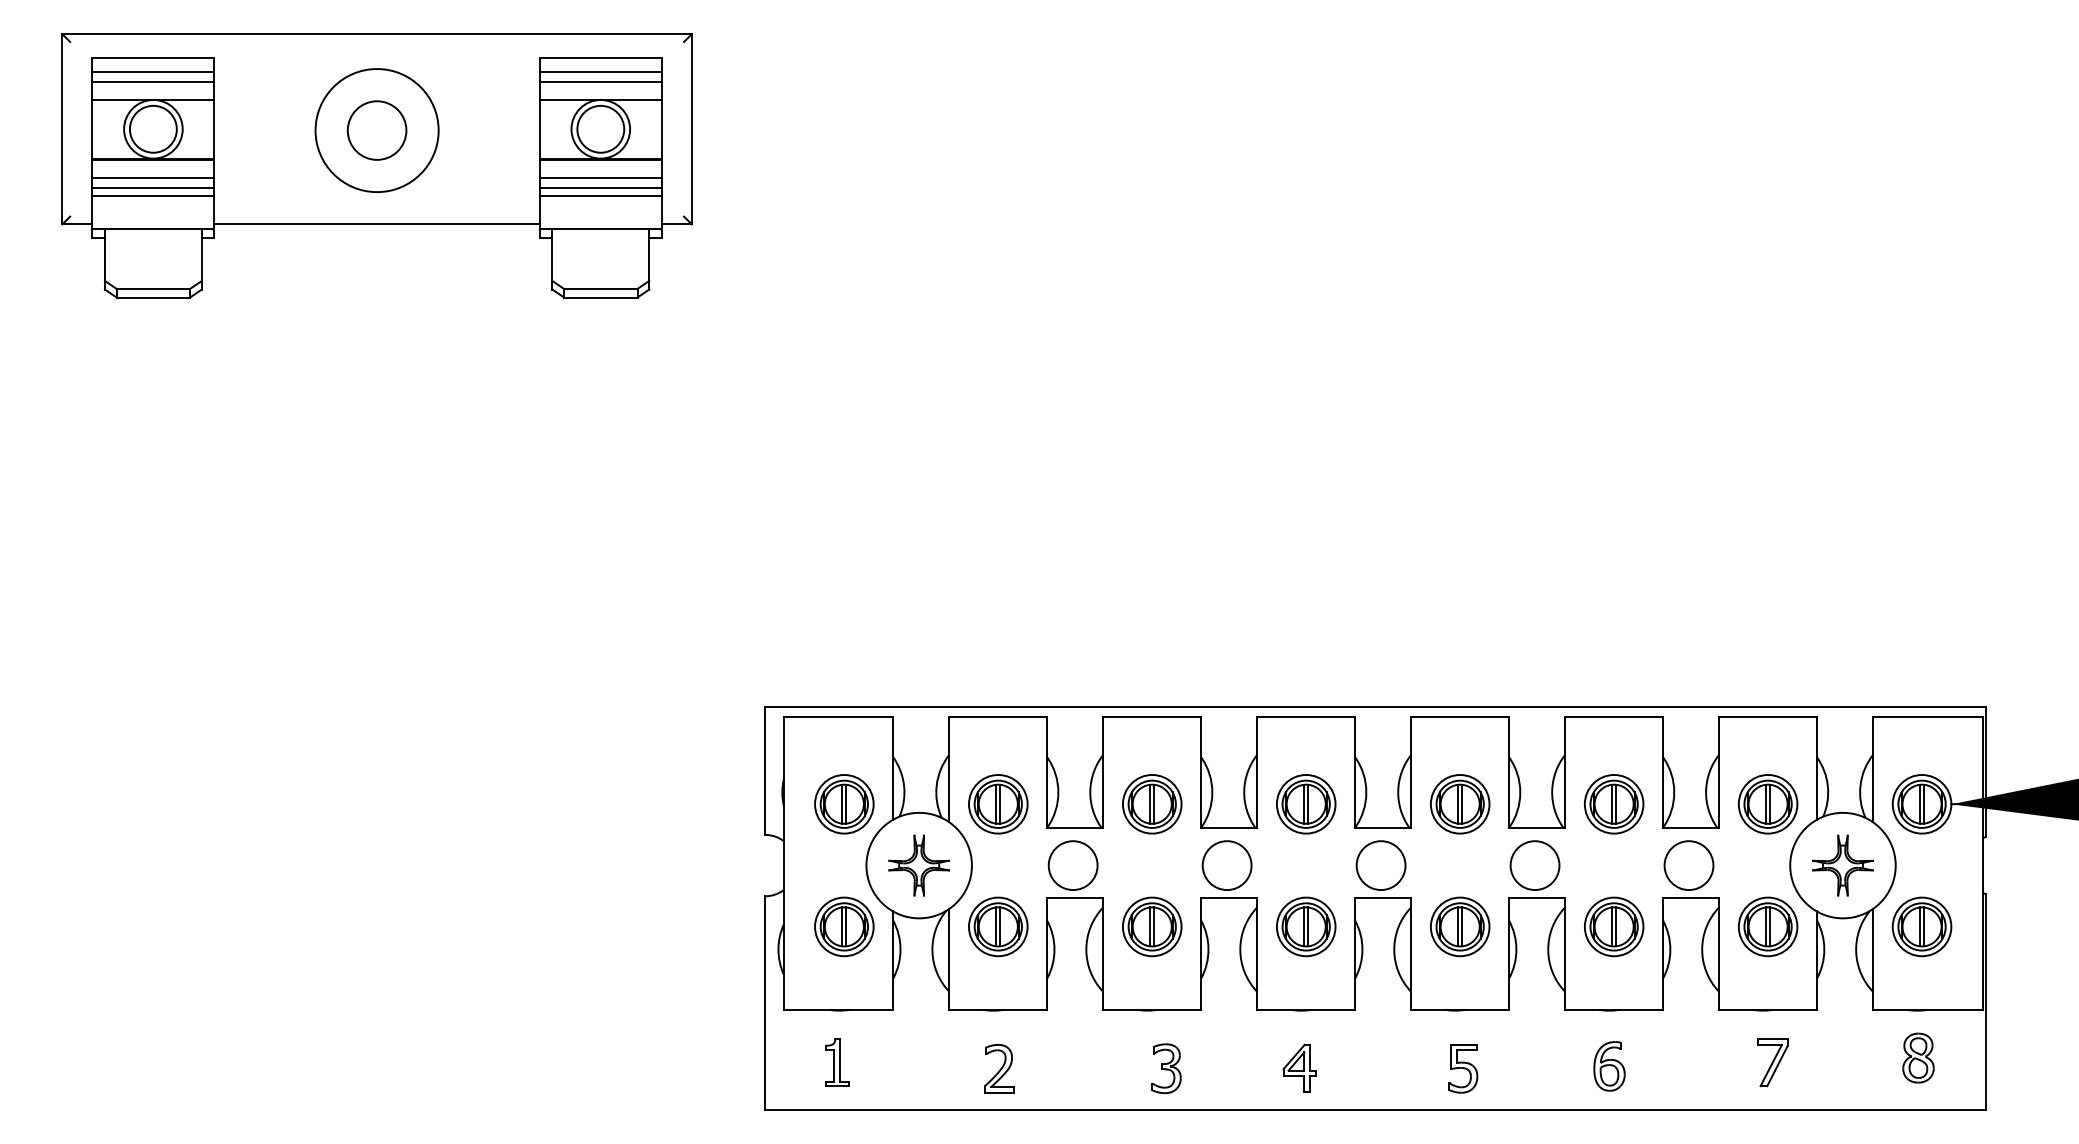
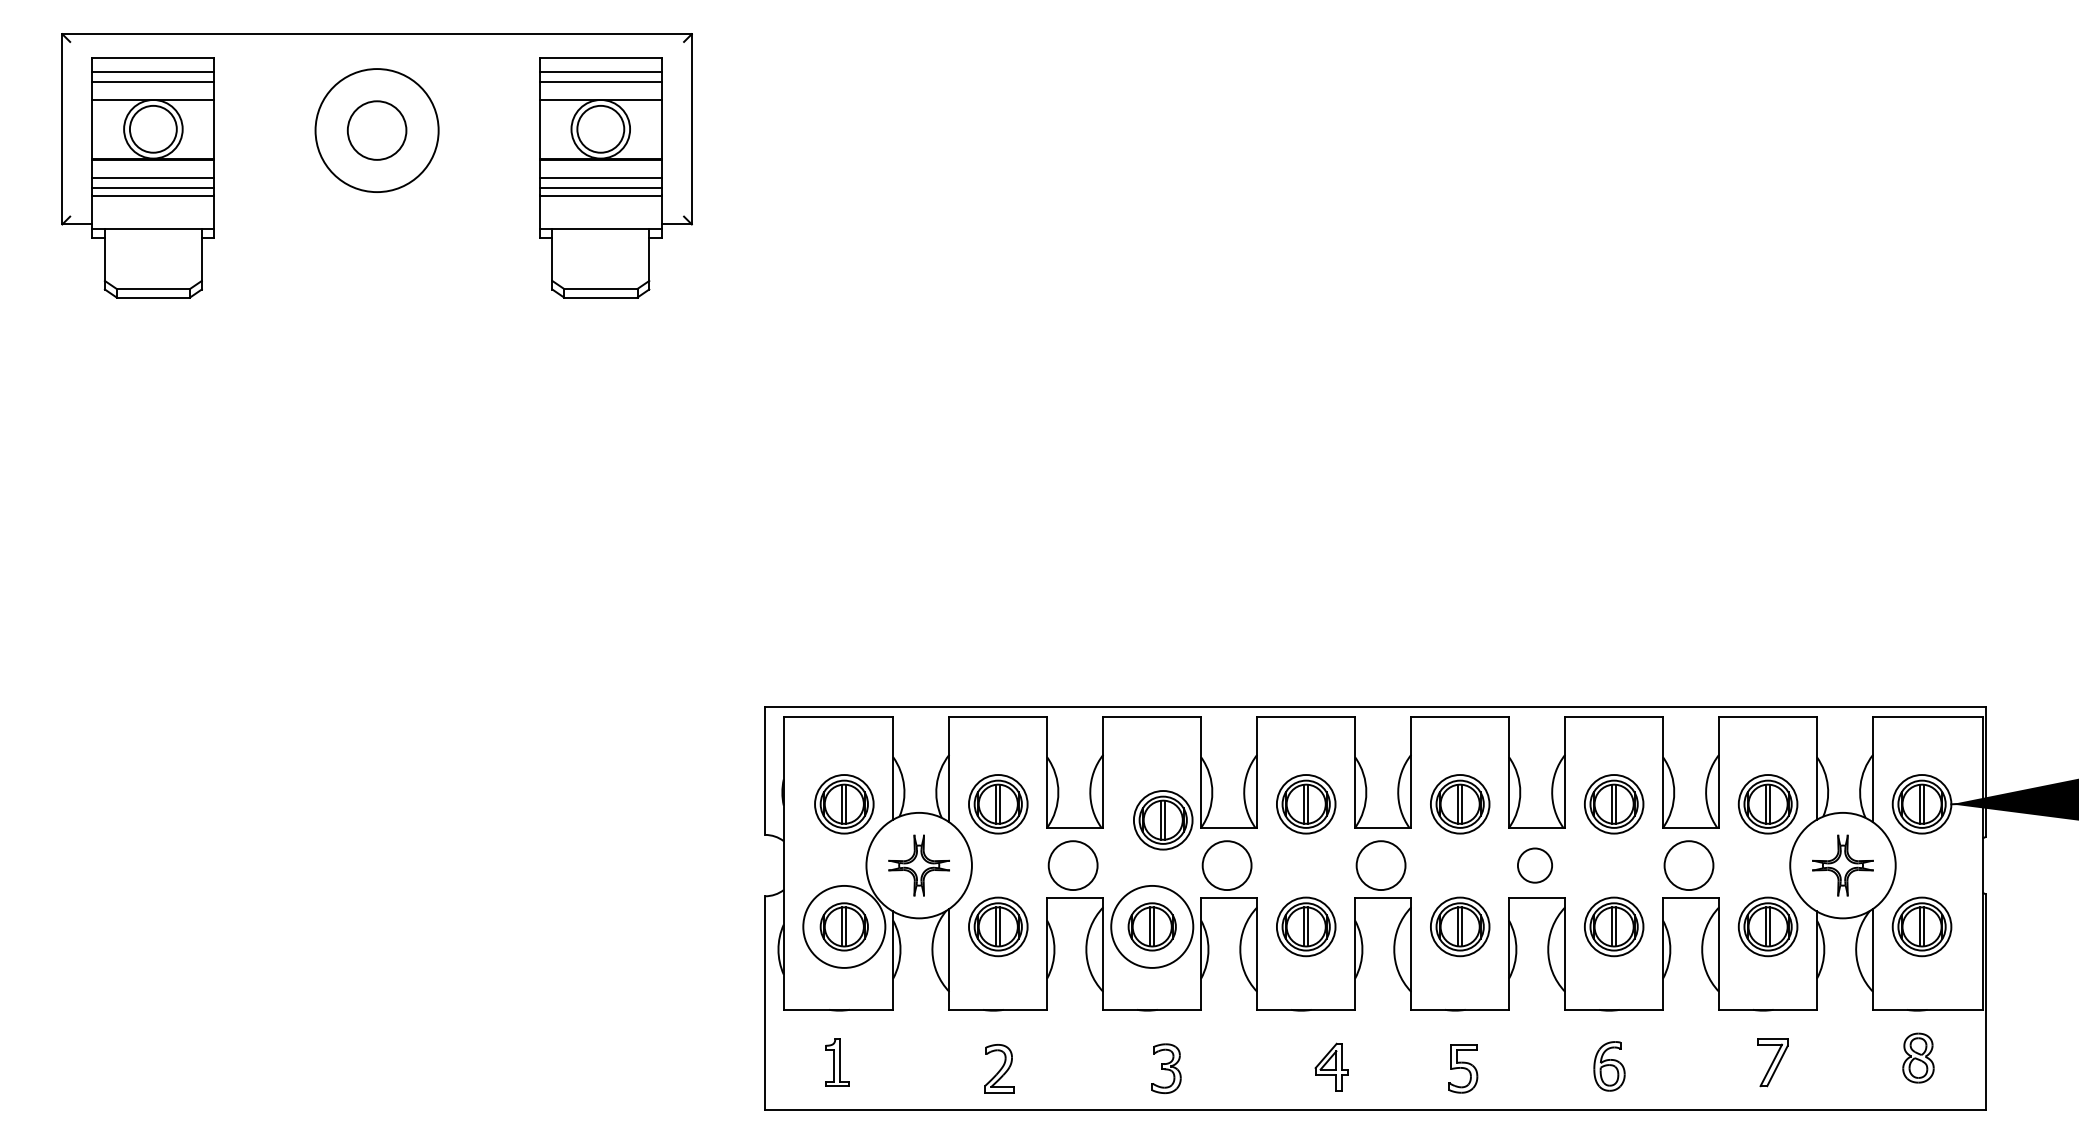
line at (376, 224): present -> none
part at (1152, 804) position: (1152, 804) -> (1163, 820)
circle at (1534, 865) diameter: 49 px -> 34 px
circle at (844, 926) diameter: 59 px -> 82 px
circle at (1151, 926) diameter: 59 px -> 82 px
part at (1299, 1067) position: (1299, 1067) -> (1331, 1066)
